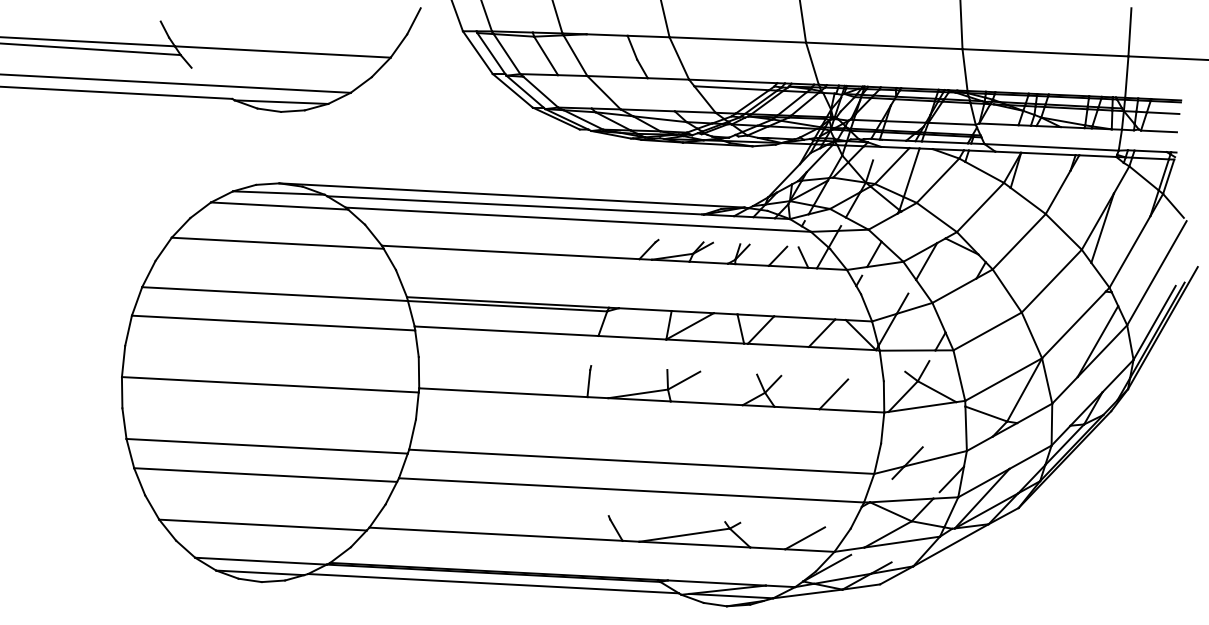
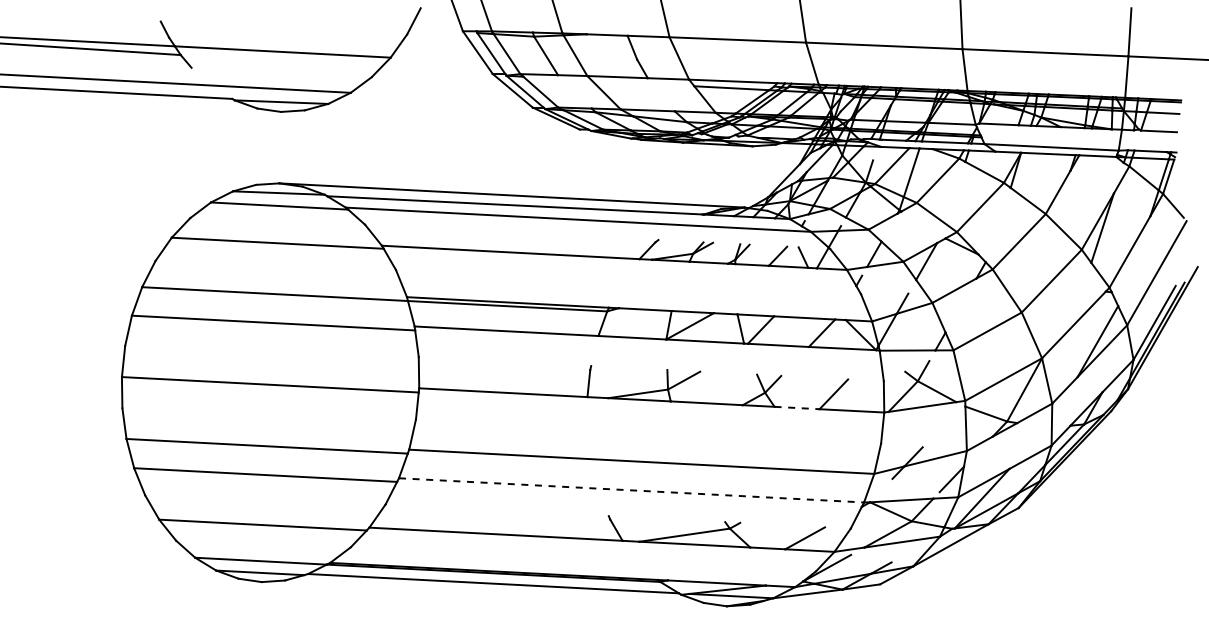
line at (797, 408): solid -> dashed
line at (631, 490): solid -> dashed
